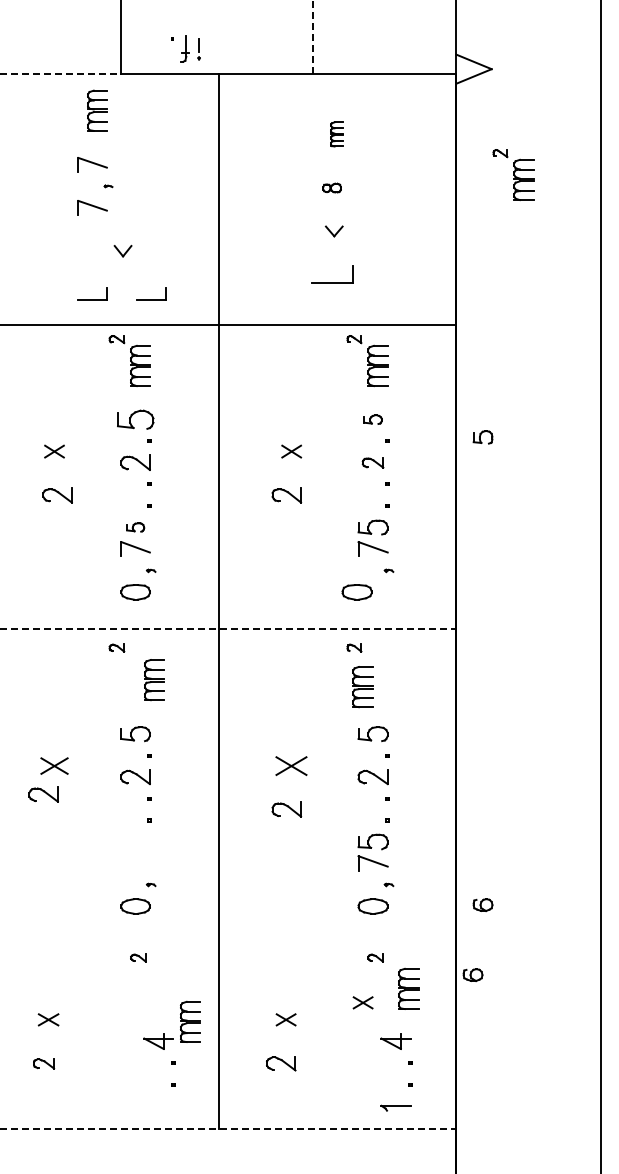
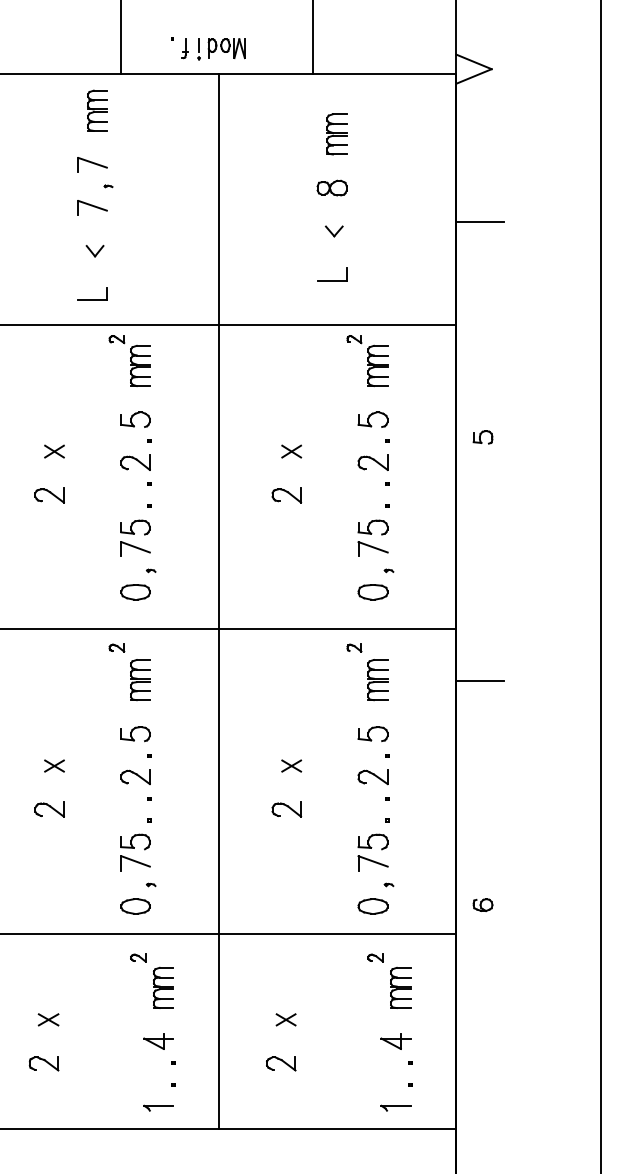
line at (312, 37): dashed -> solid
part at (184, 48) size: 10x28 px -> 8x22 px
part at (226, 48): none -> present
line at (61, 74): dashed -> solid
part at (336, 134) size: 14x27 px -> 22x43 px
part at (513, 174): present -> none
part at (331, 187) size: 20x12 px -> 32x18 px
line at (480, 222): none -> present
part at (122, 251) position: (122, 251) -> (94, 251)
part at (332, 274) size: 43x19 px -> 31x15 px
part at (151, 293): present -> none
part at (135, 419) size: 38x21 px -> 31x17 px
part at (372, 419) size: 20x11 px -> 32x17 px
part at (372, 462) size: 24x12 px -> 32x17 px
part at (57, 495) position: (57, 495) -> (49, 495)
part at (135, 527) size: 20x11 px -> 31x17 px
part at (356, 592) position: (356, 592) -> (372, 592)
line at (228, 629): dashed -> solid
part at (154, 680) position: (154, 680) -> (140, 680)
line at (480, 680): none -> present
part at (362, 687) position: (362, 687) -> (377, 680)
part at (54, 765) size: 29x18 px -> 21x14 px
part at (291, 765) size: 33x20 px -> 22x14 px
part at (43, 794) position: (43, 794) -> (49, 809)
part at (135, 852): none -> present
line at (229, 933): none -> present
part at (472, 974): present -> none
part at (408, 988) position: (408, 988) -> (400, 987)
part at (362, 1002): present -> none
part at (190, 1021) position: (190, 1021) -> (163, 987)
part at (44, 1063) size: 23x12 px -> 32x16 px
part at (158, 1107): none -> present
line at (228, 1129): dashed -> solid
